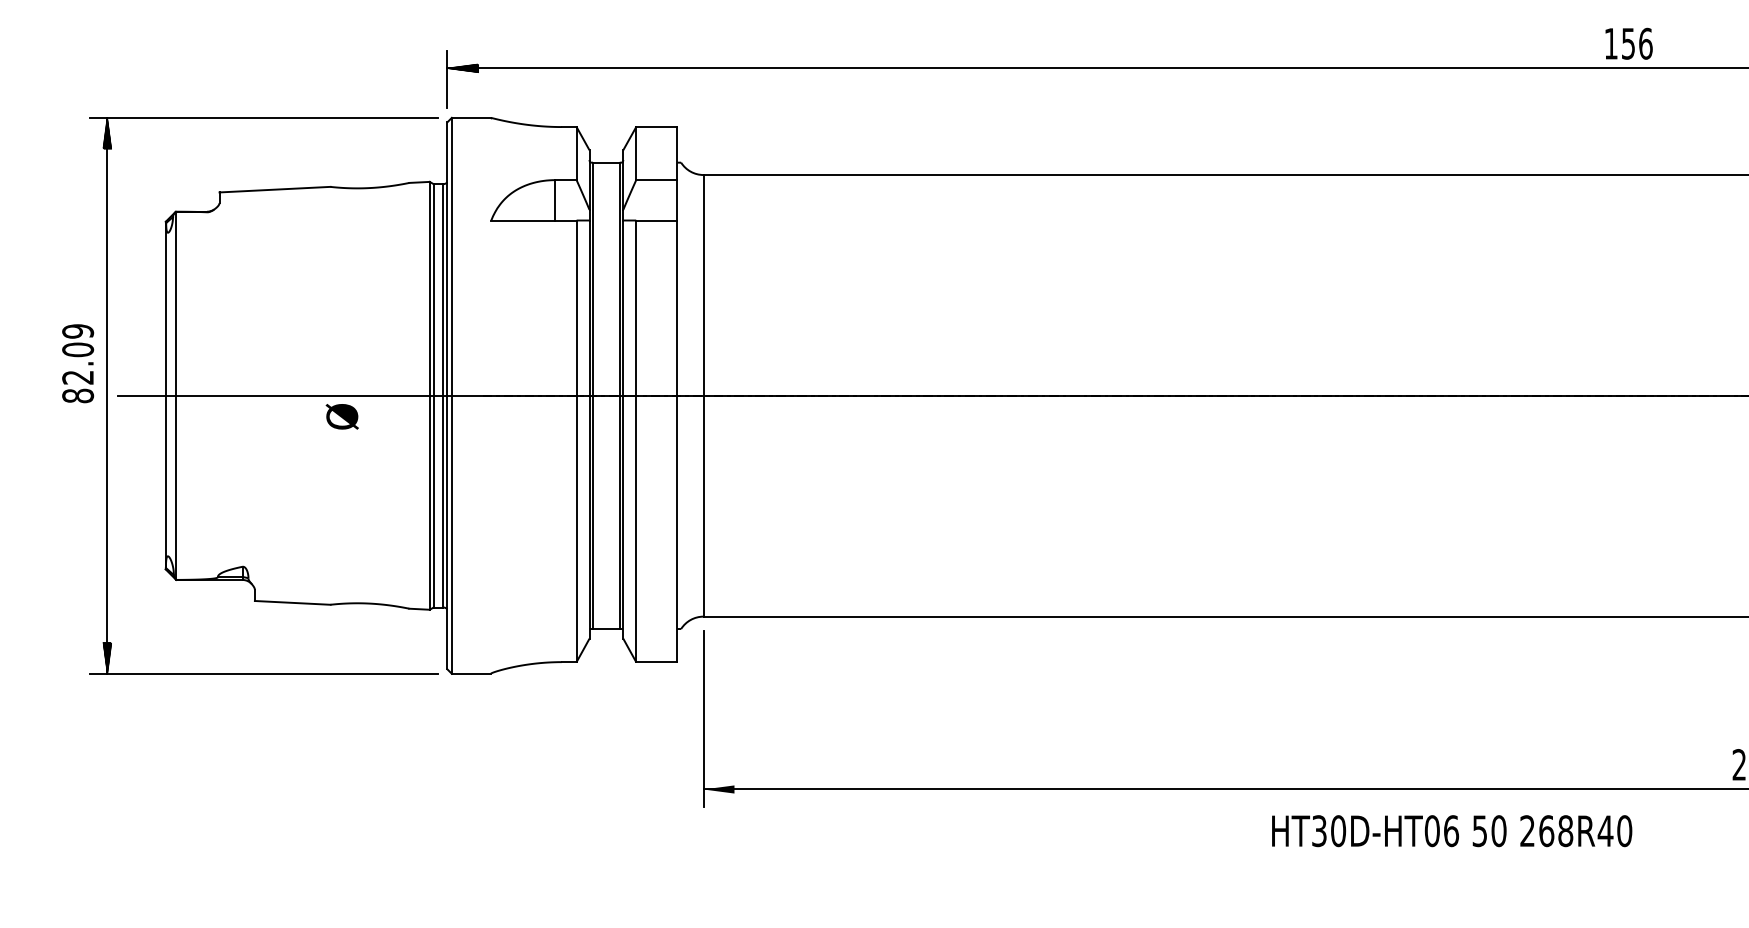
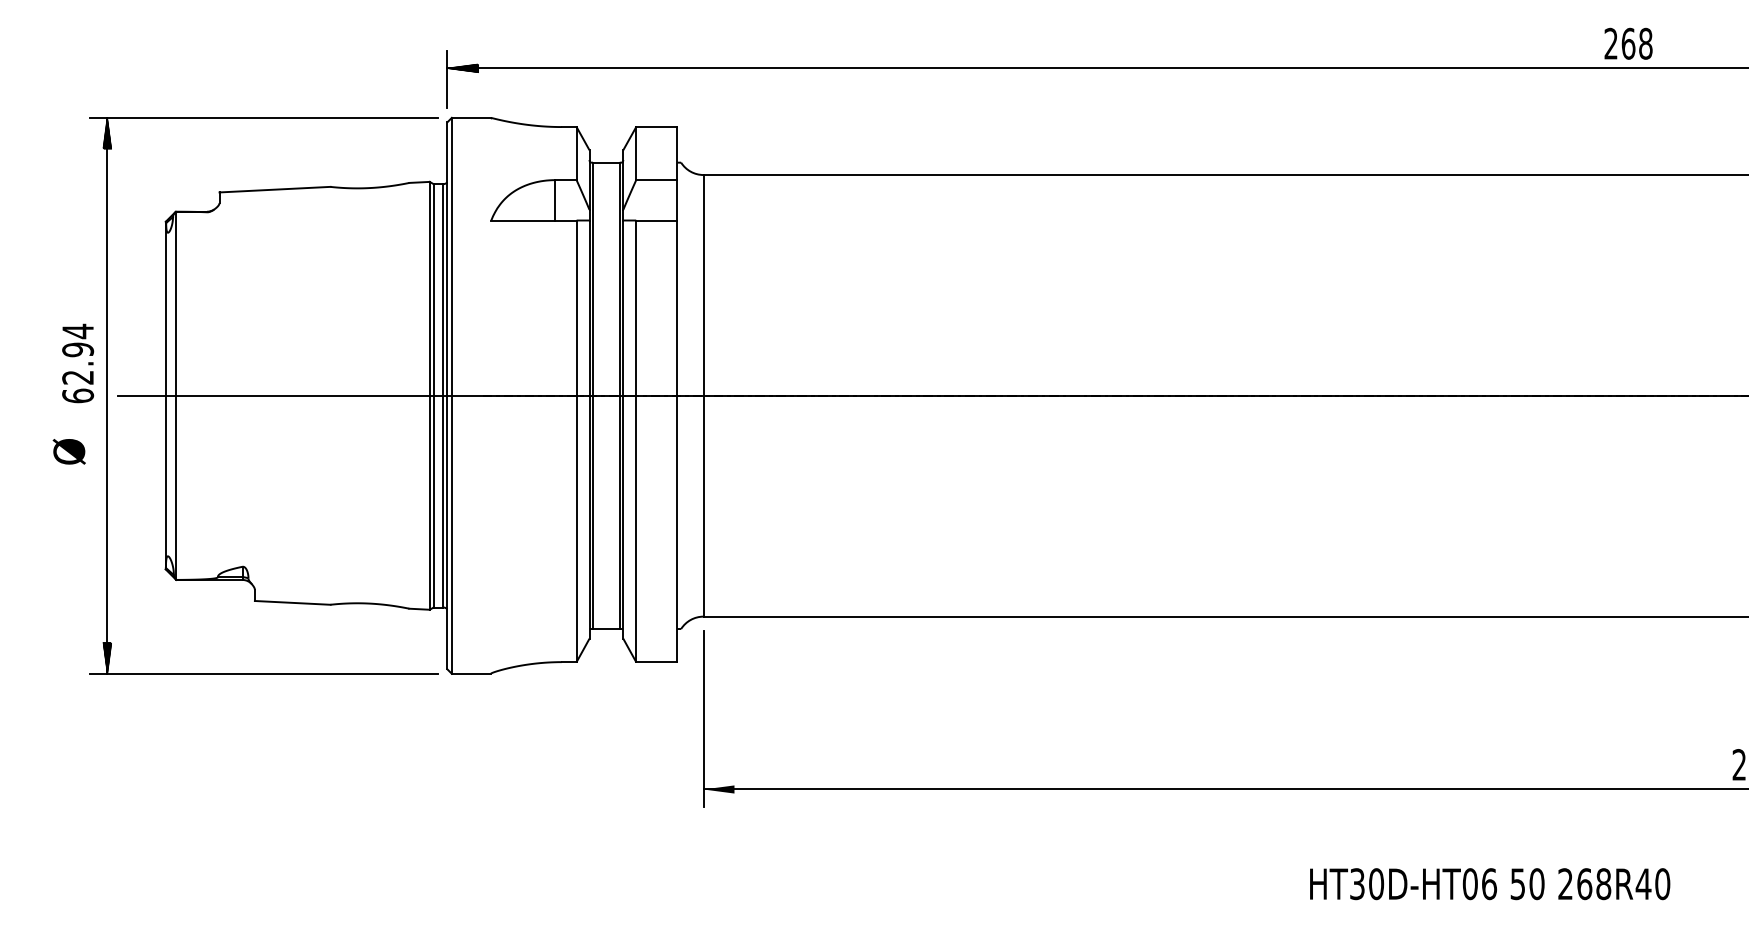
text at (1628, 43): 156 -> 268
text at (78, 363): 82.09 -> 62.94
text at (341, 416) position: (341, 416) -> (68, 451)
text at (1452, 831) position: (1452, 831) -> (1490, 884)
